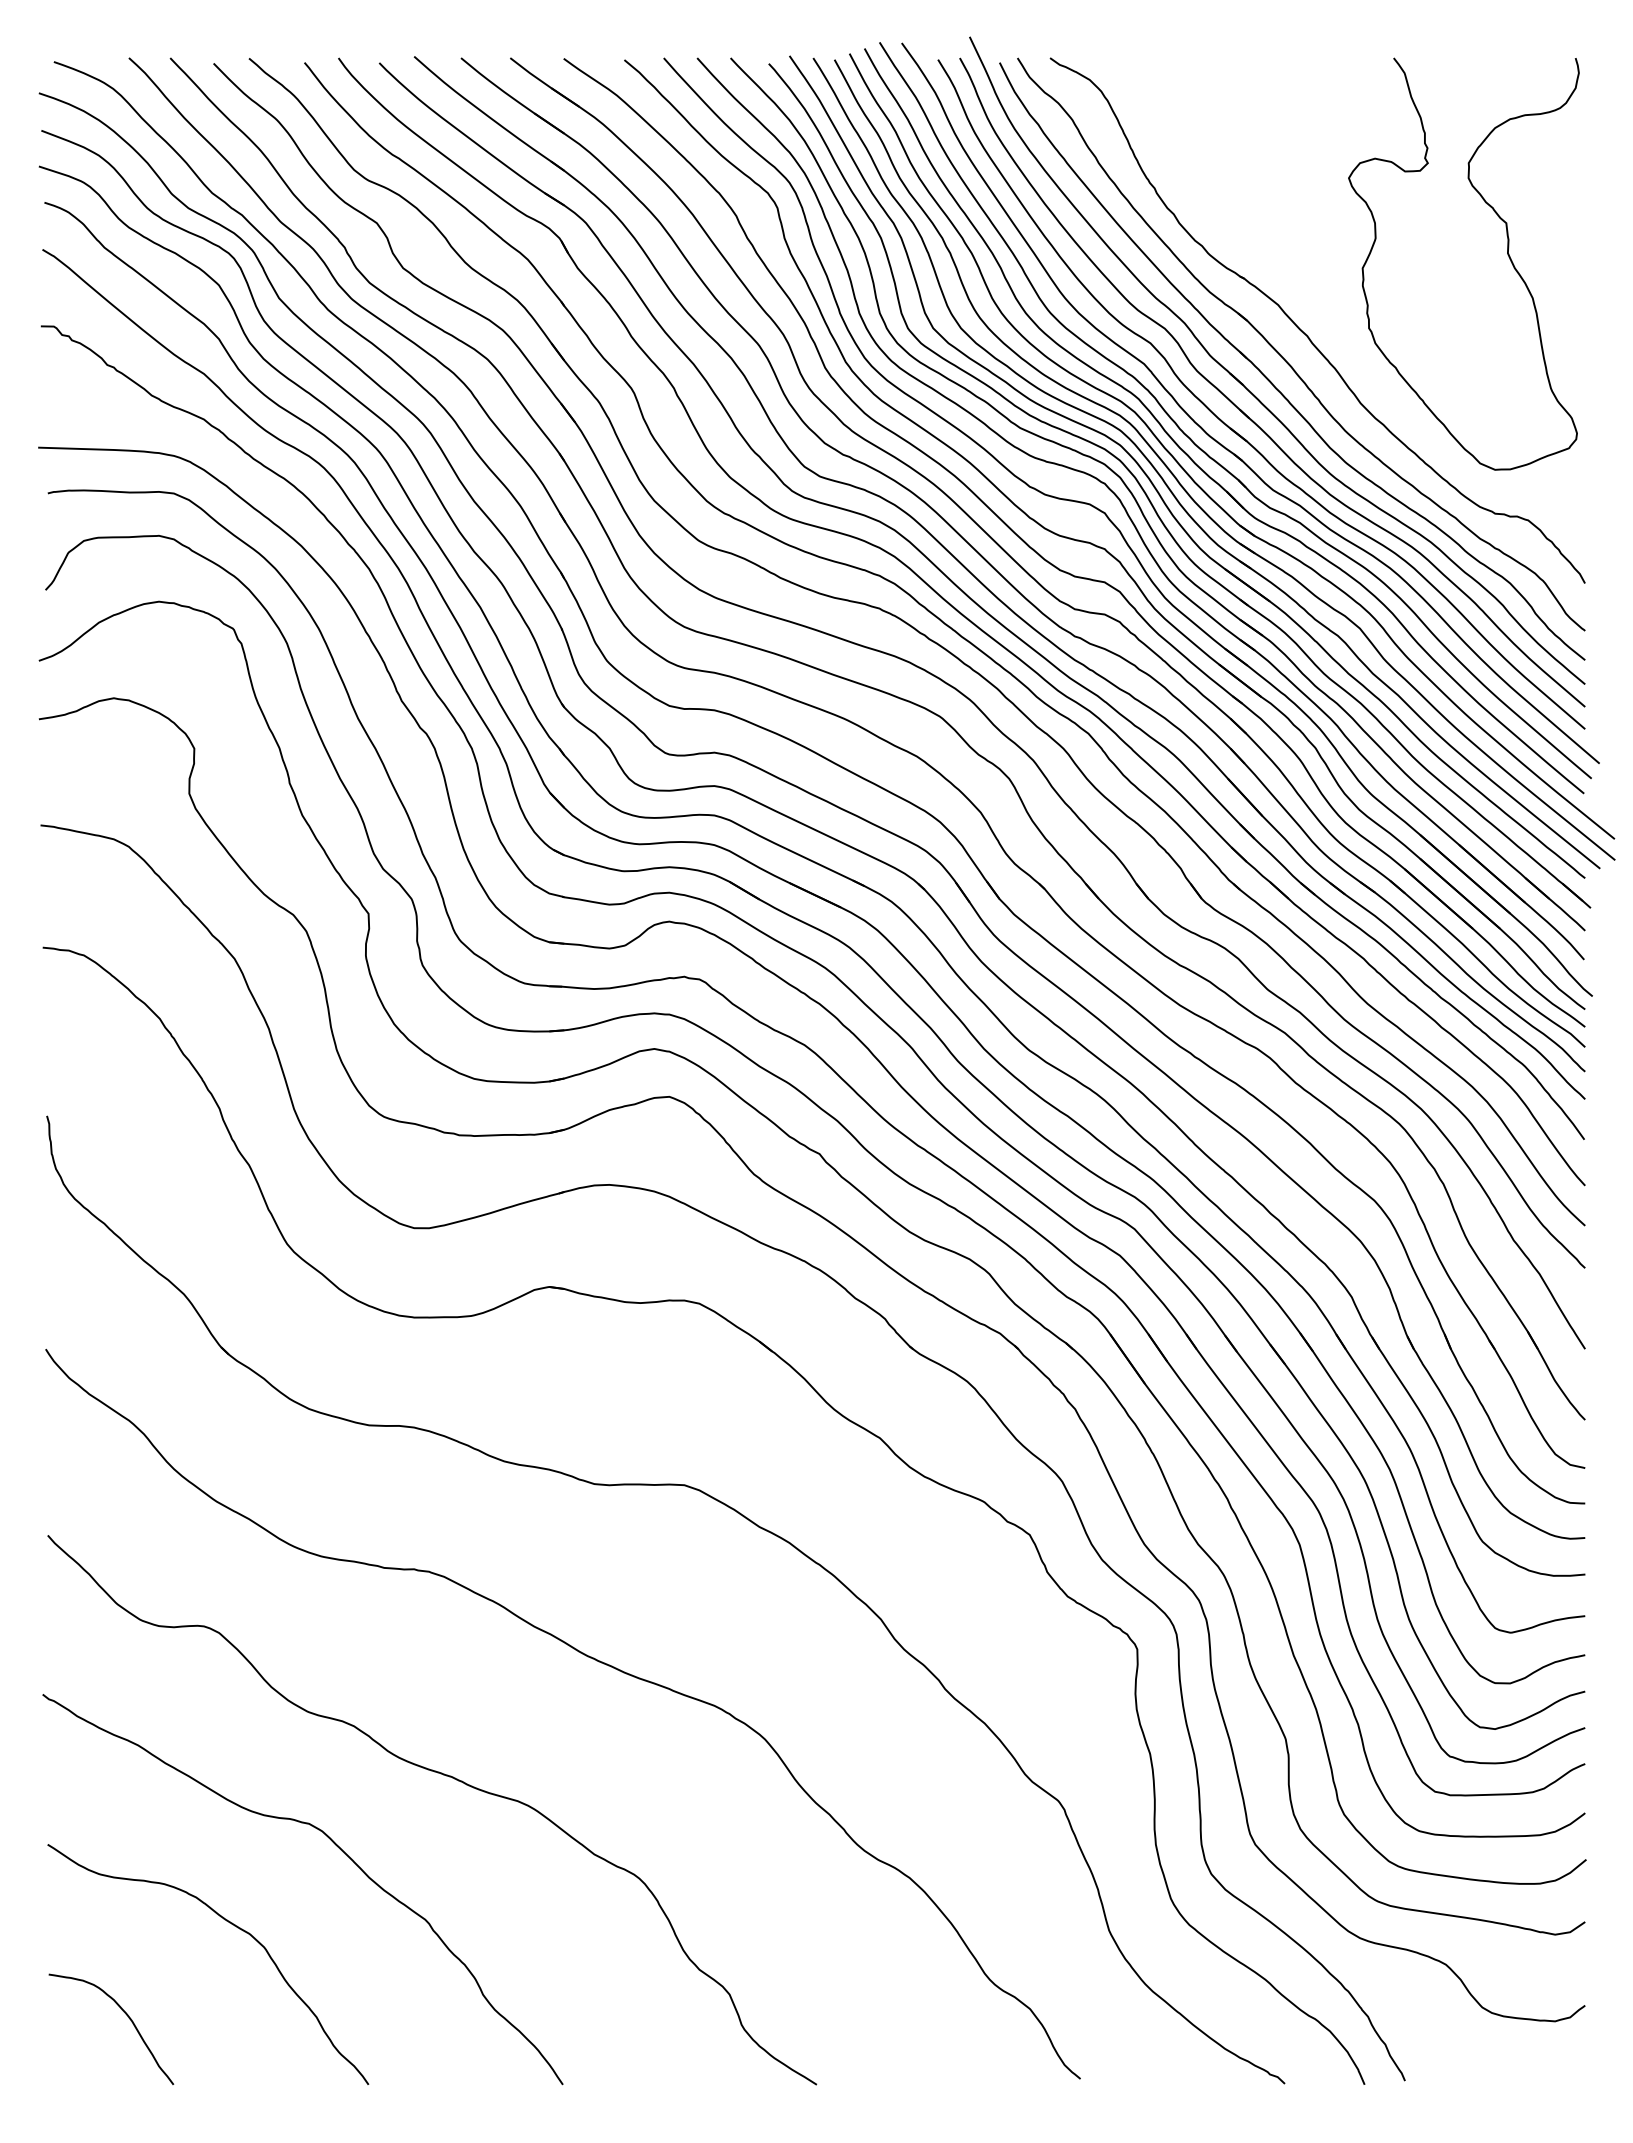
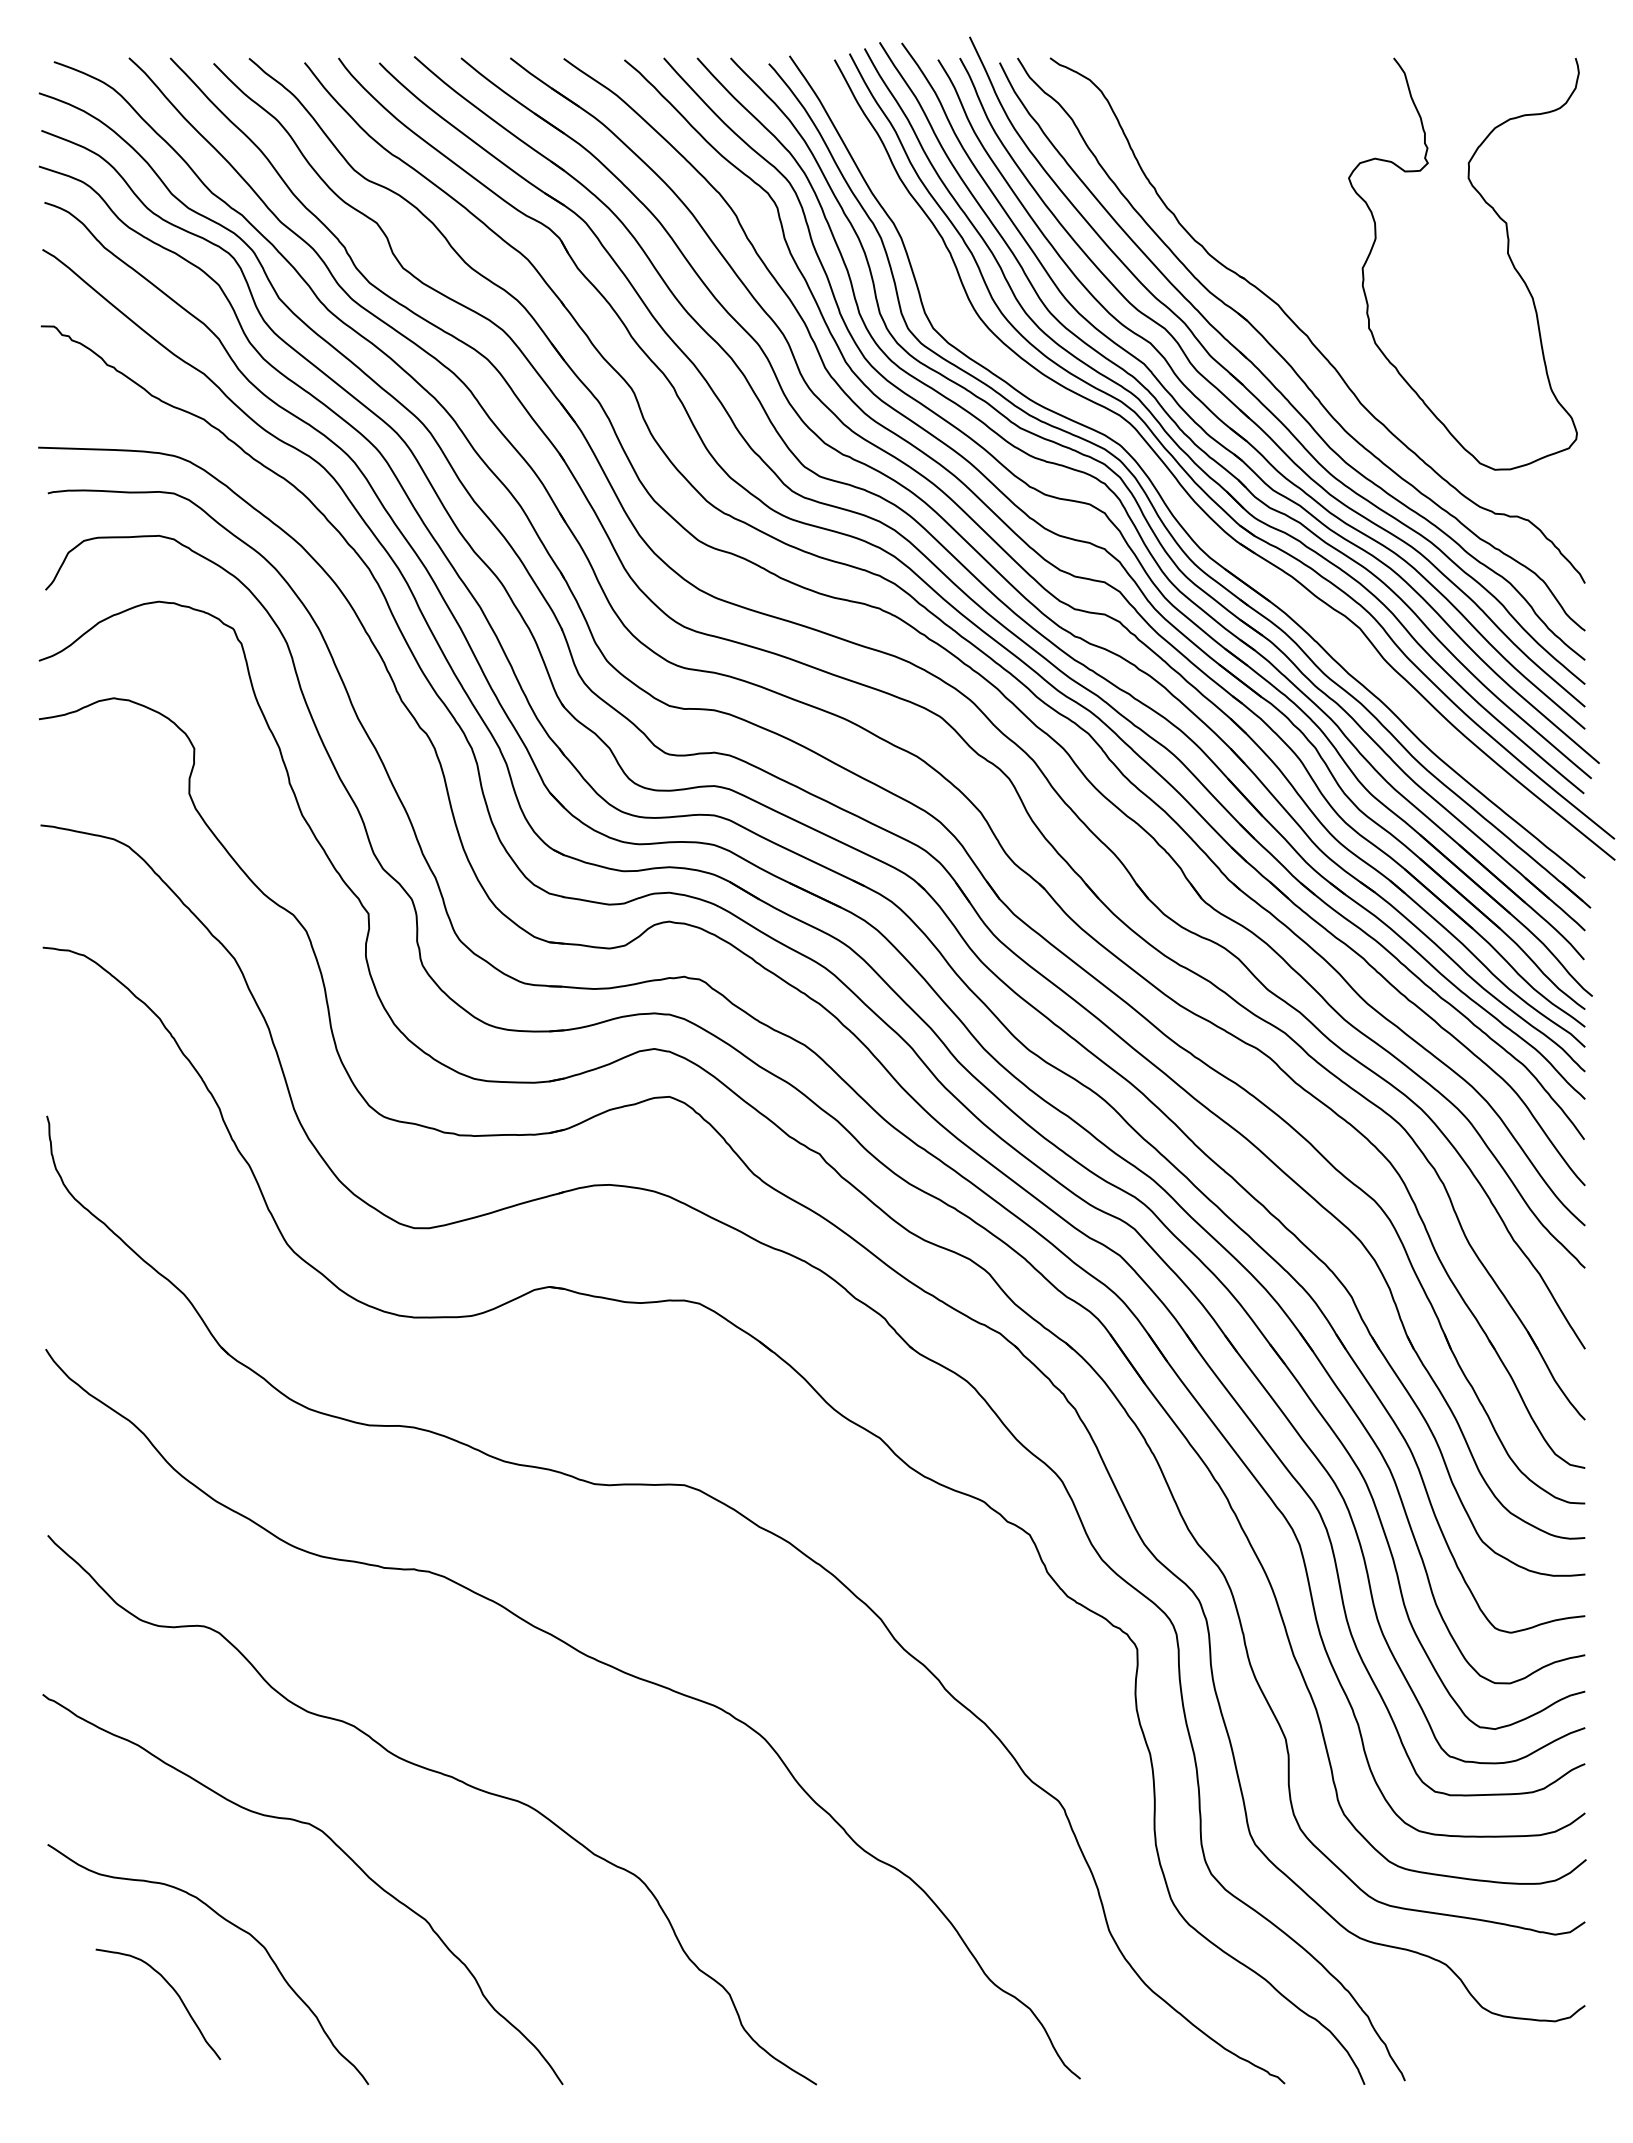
part at (1170, 488): present -> none
curve at (128, 2018) position: (128, 2018) -> (175, 1993)
